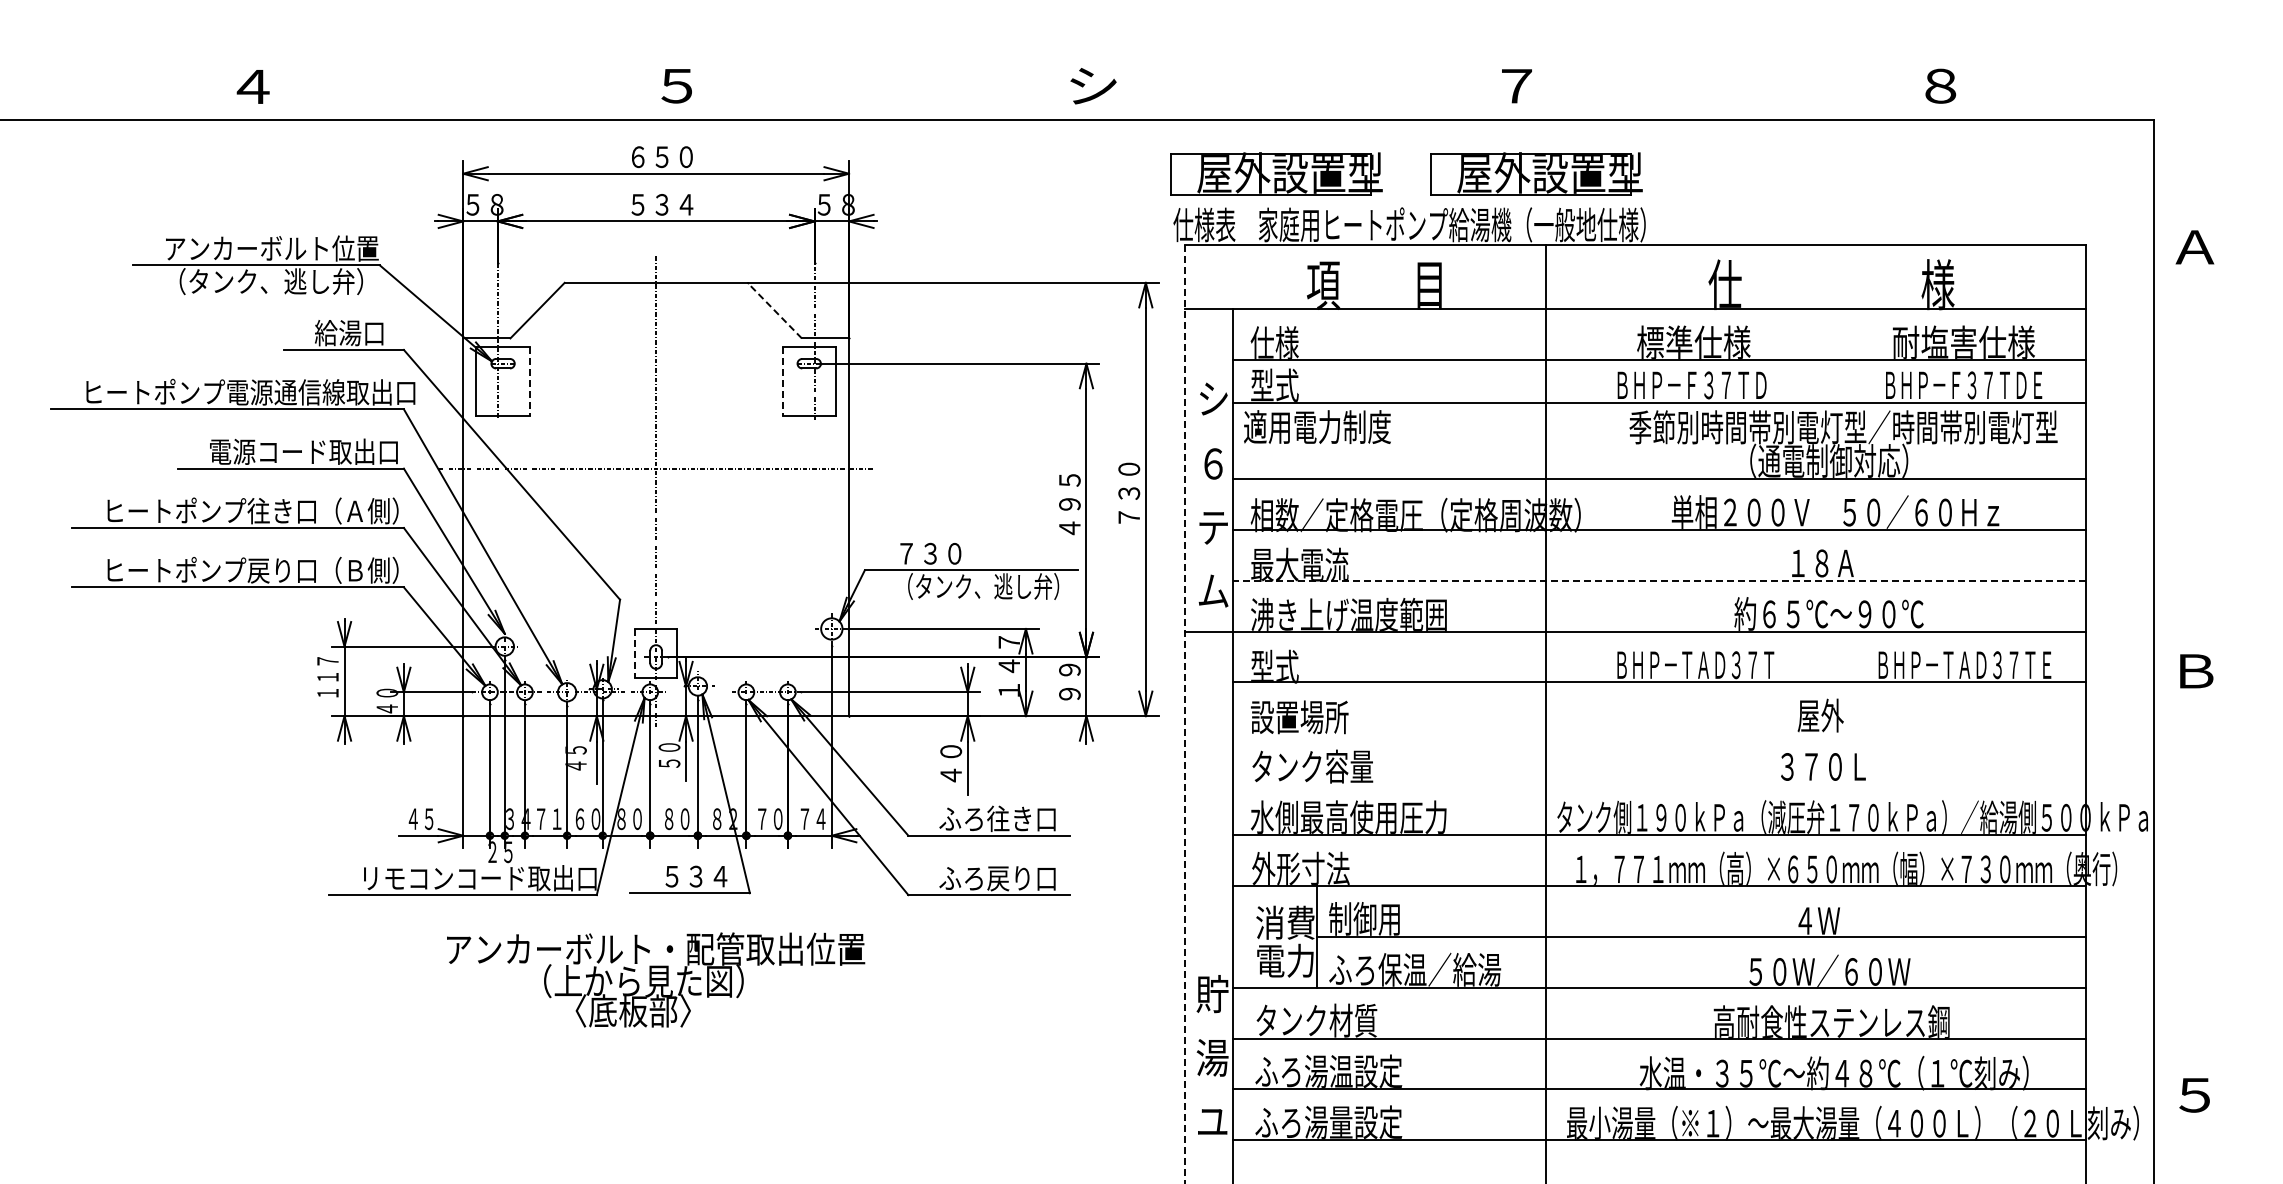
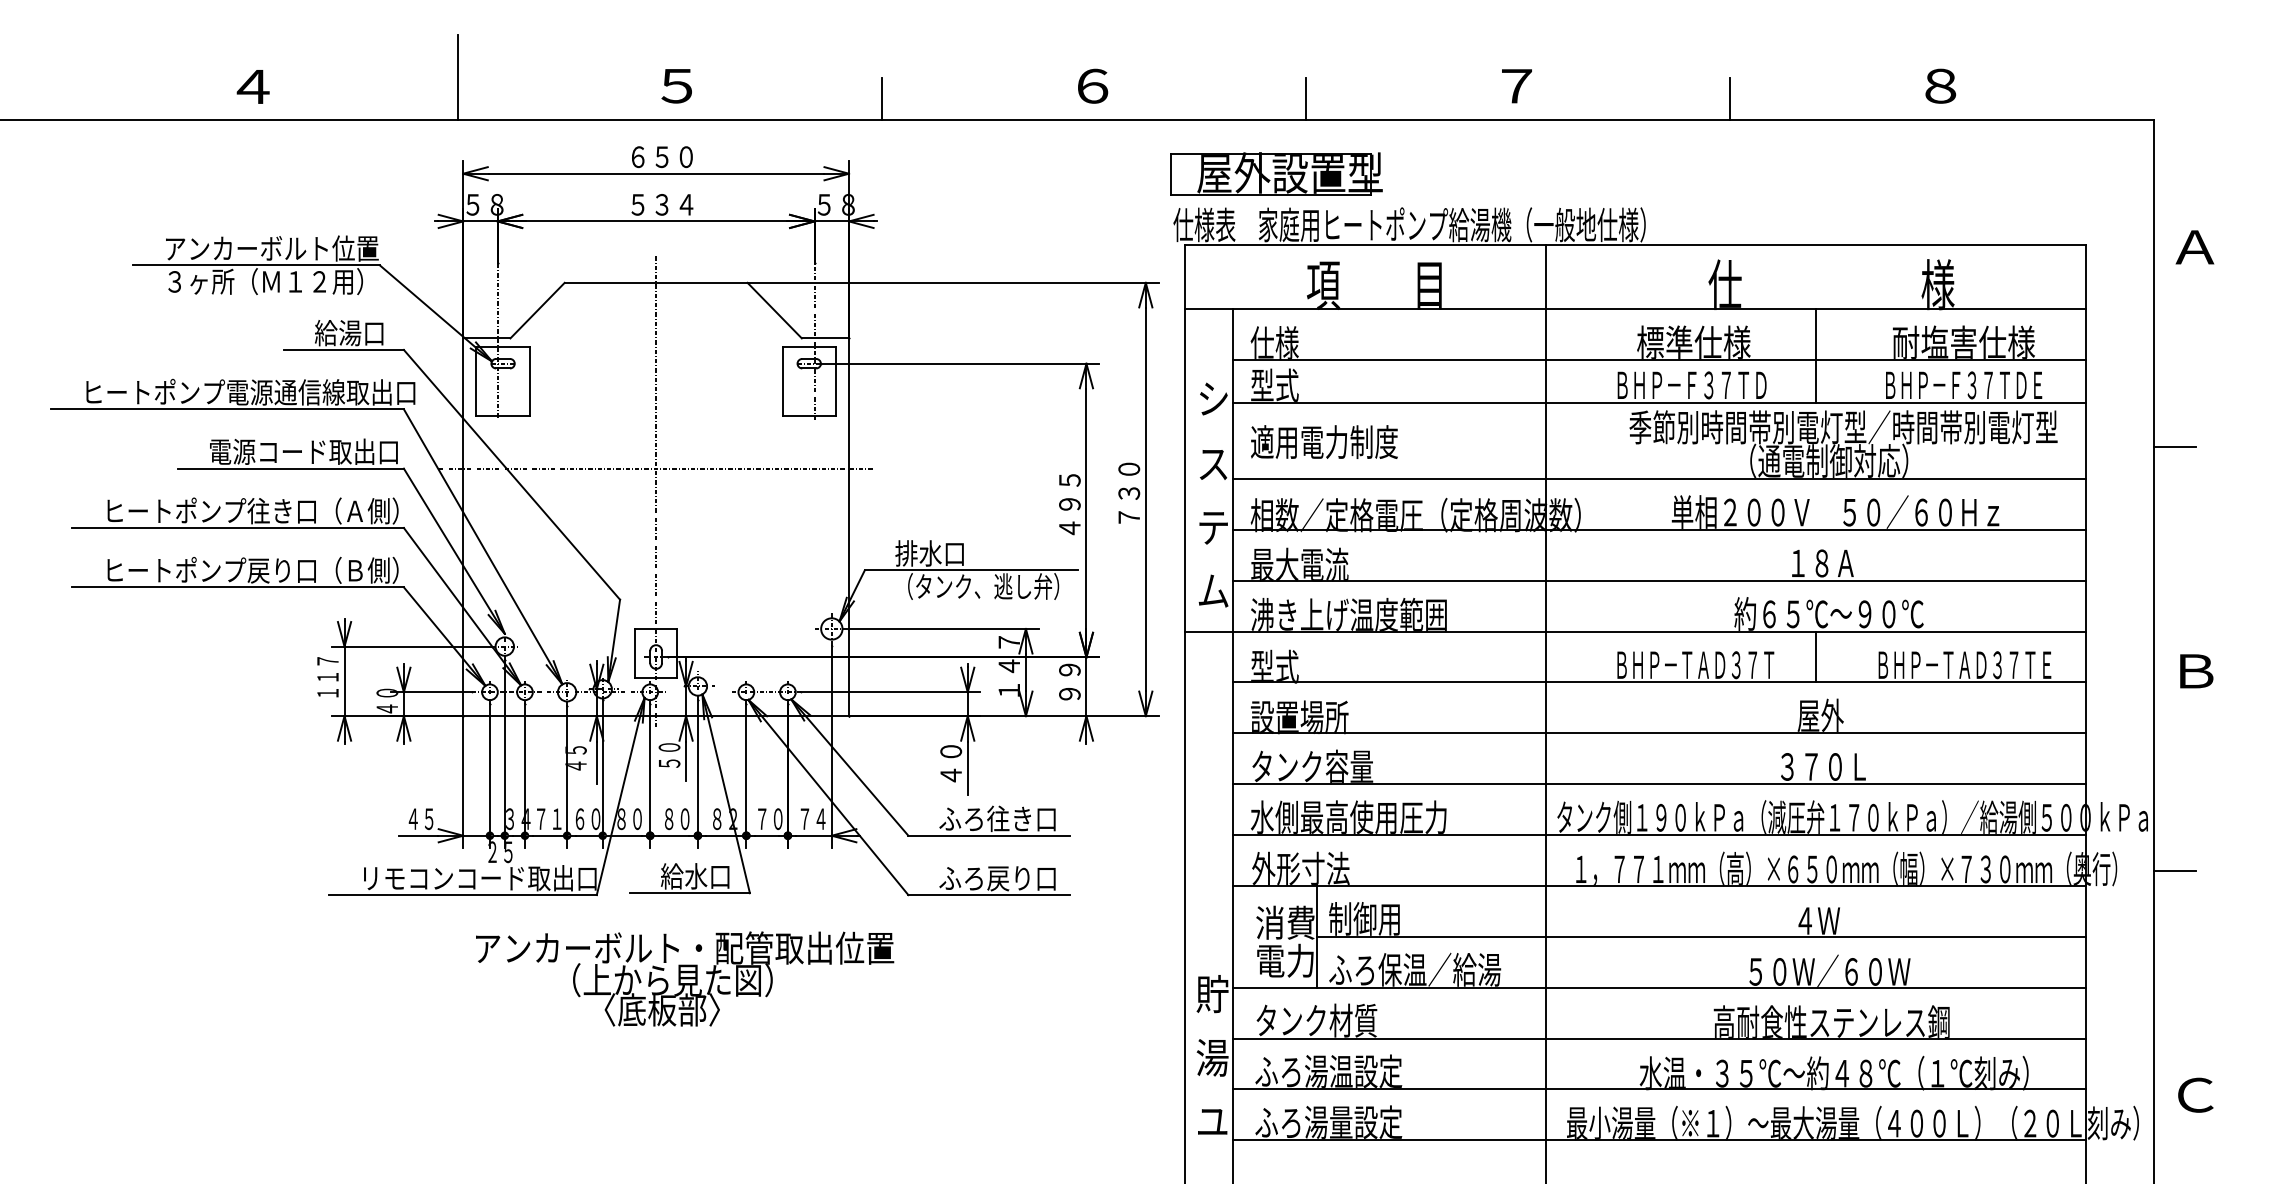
line at (457, 77): none -> present
text at (1093, 86): シ -> ６
line at (881, 98): none -> present
line at (1305, 98): none -> present
line at (1729, 98): none -> present
part at (1536, 173): present -> none
text at (261, 281): （タンク、逃し弁） -> ３ヶ所（Ｍ１２用）
line at (774, 310): dashed -> solid
line at (1815, 355): none -> present
line at (529, 382): dashed -> solid
line at (782, 382): dashed -> solid
text at (1317, 426) position: (1317, 426) -> (1324, 441)
line at (2174, 446): none -> present
text at (1213, 463): ６ -> ス
text at (929, 553): ７３０ -> 排水口
line at (1659, 580): dashed -> solid
line at (635, 653): dashed -> solid
line at (1815, 656): none -> present
line at (1185, 714): dashed -> solid
line at (1659, 733): none -> present
line at (1659, 784): none -> present
line at (2174, 870): none -> present
text at (694, 876): ５３４ -> 給水口
text at (656, 979) position: (656, 979) -> (685, 978)
text at (2195, 1094): ５ -> Ｃ
